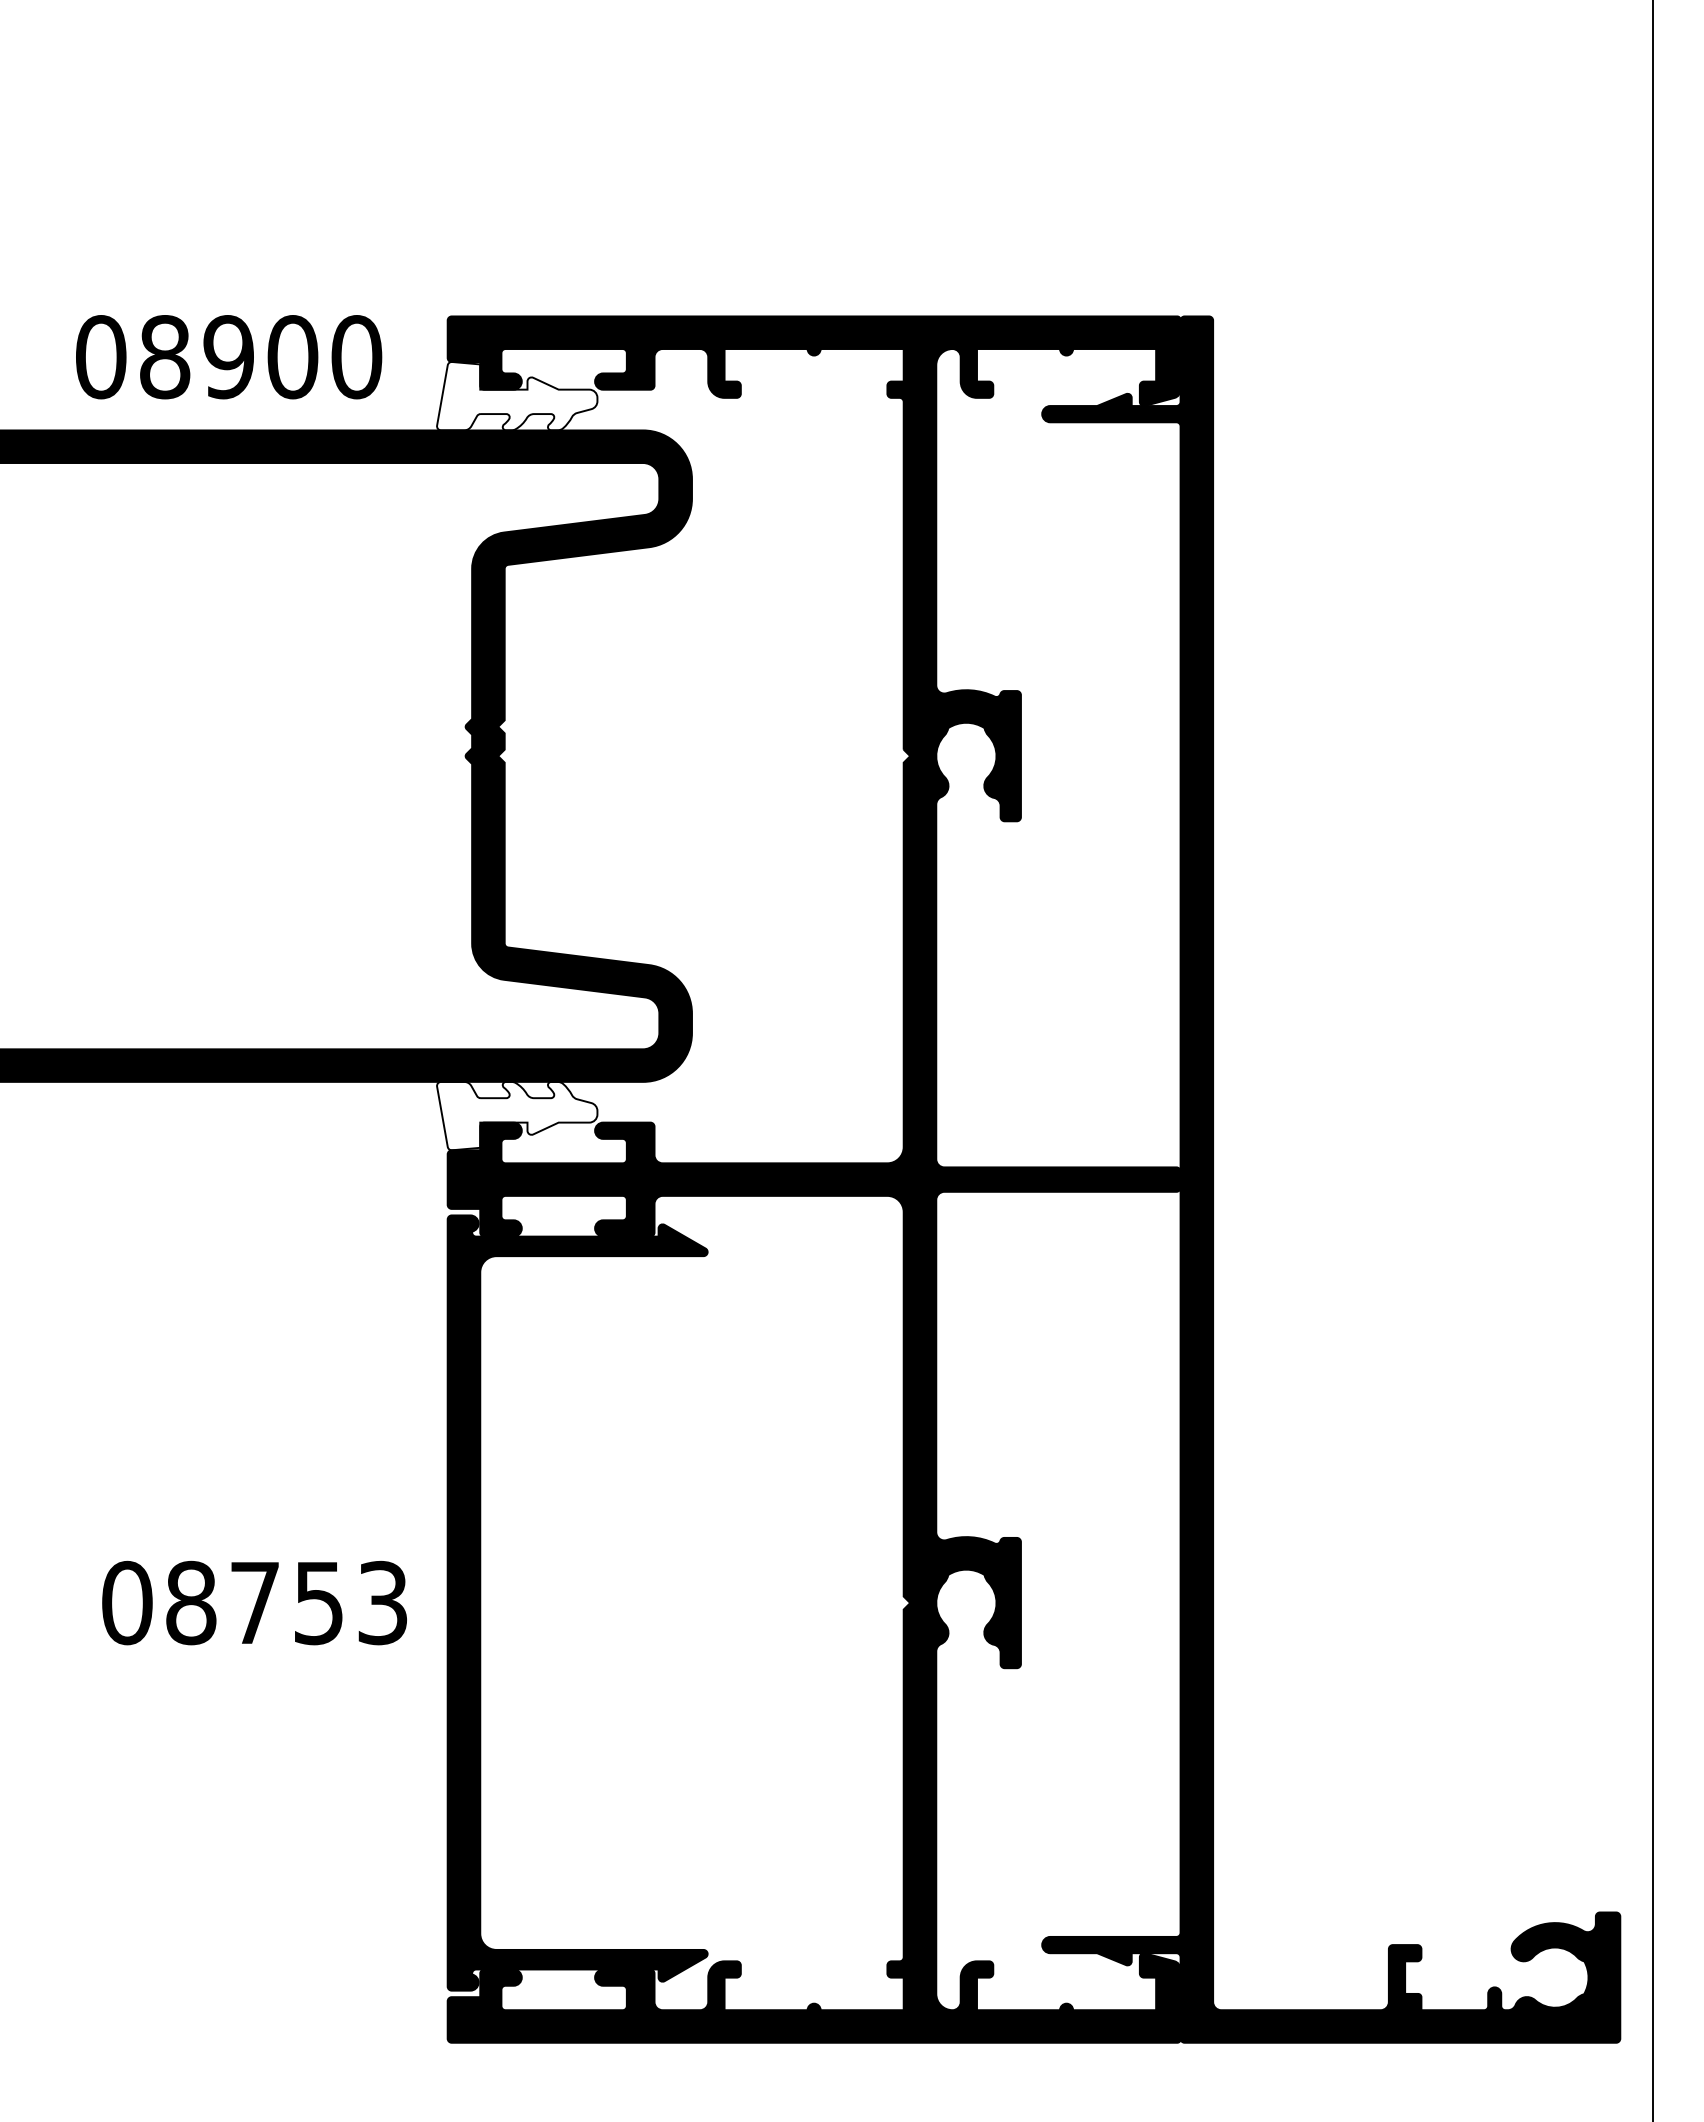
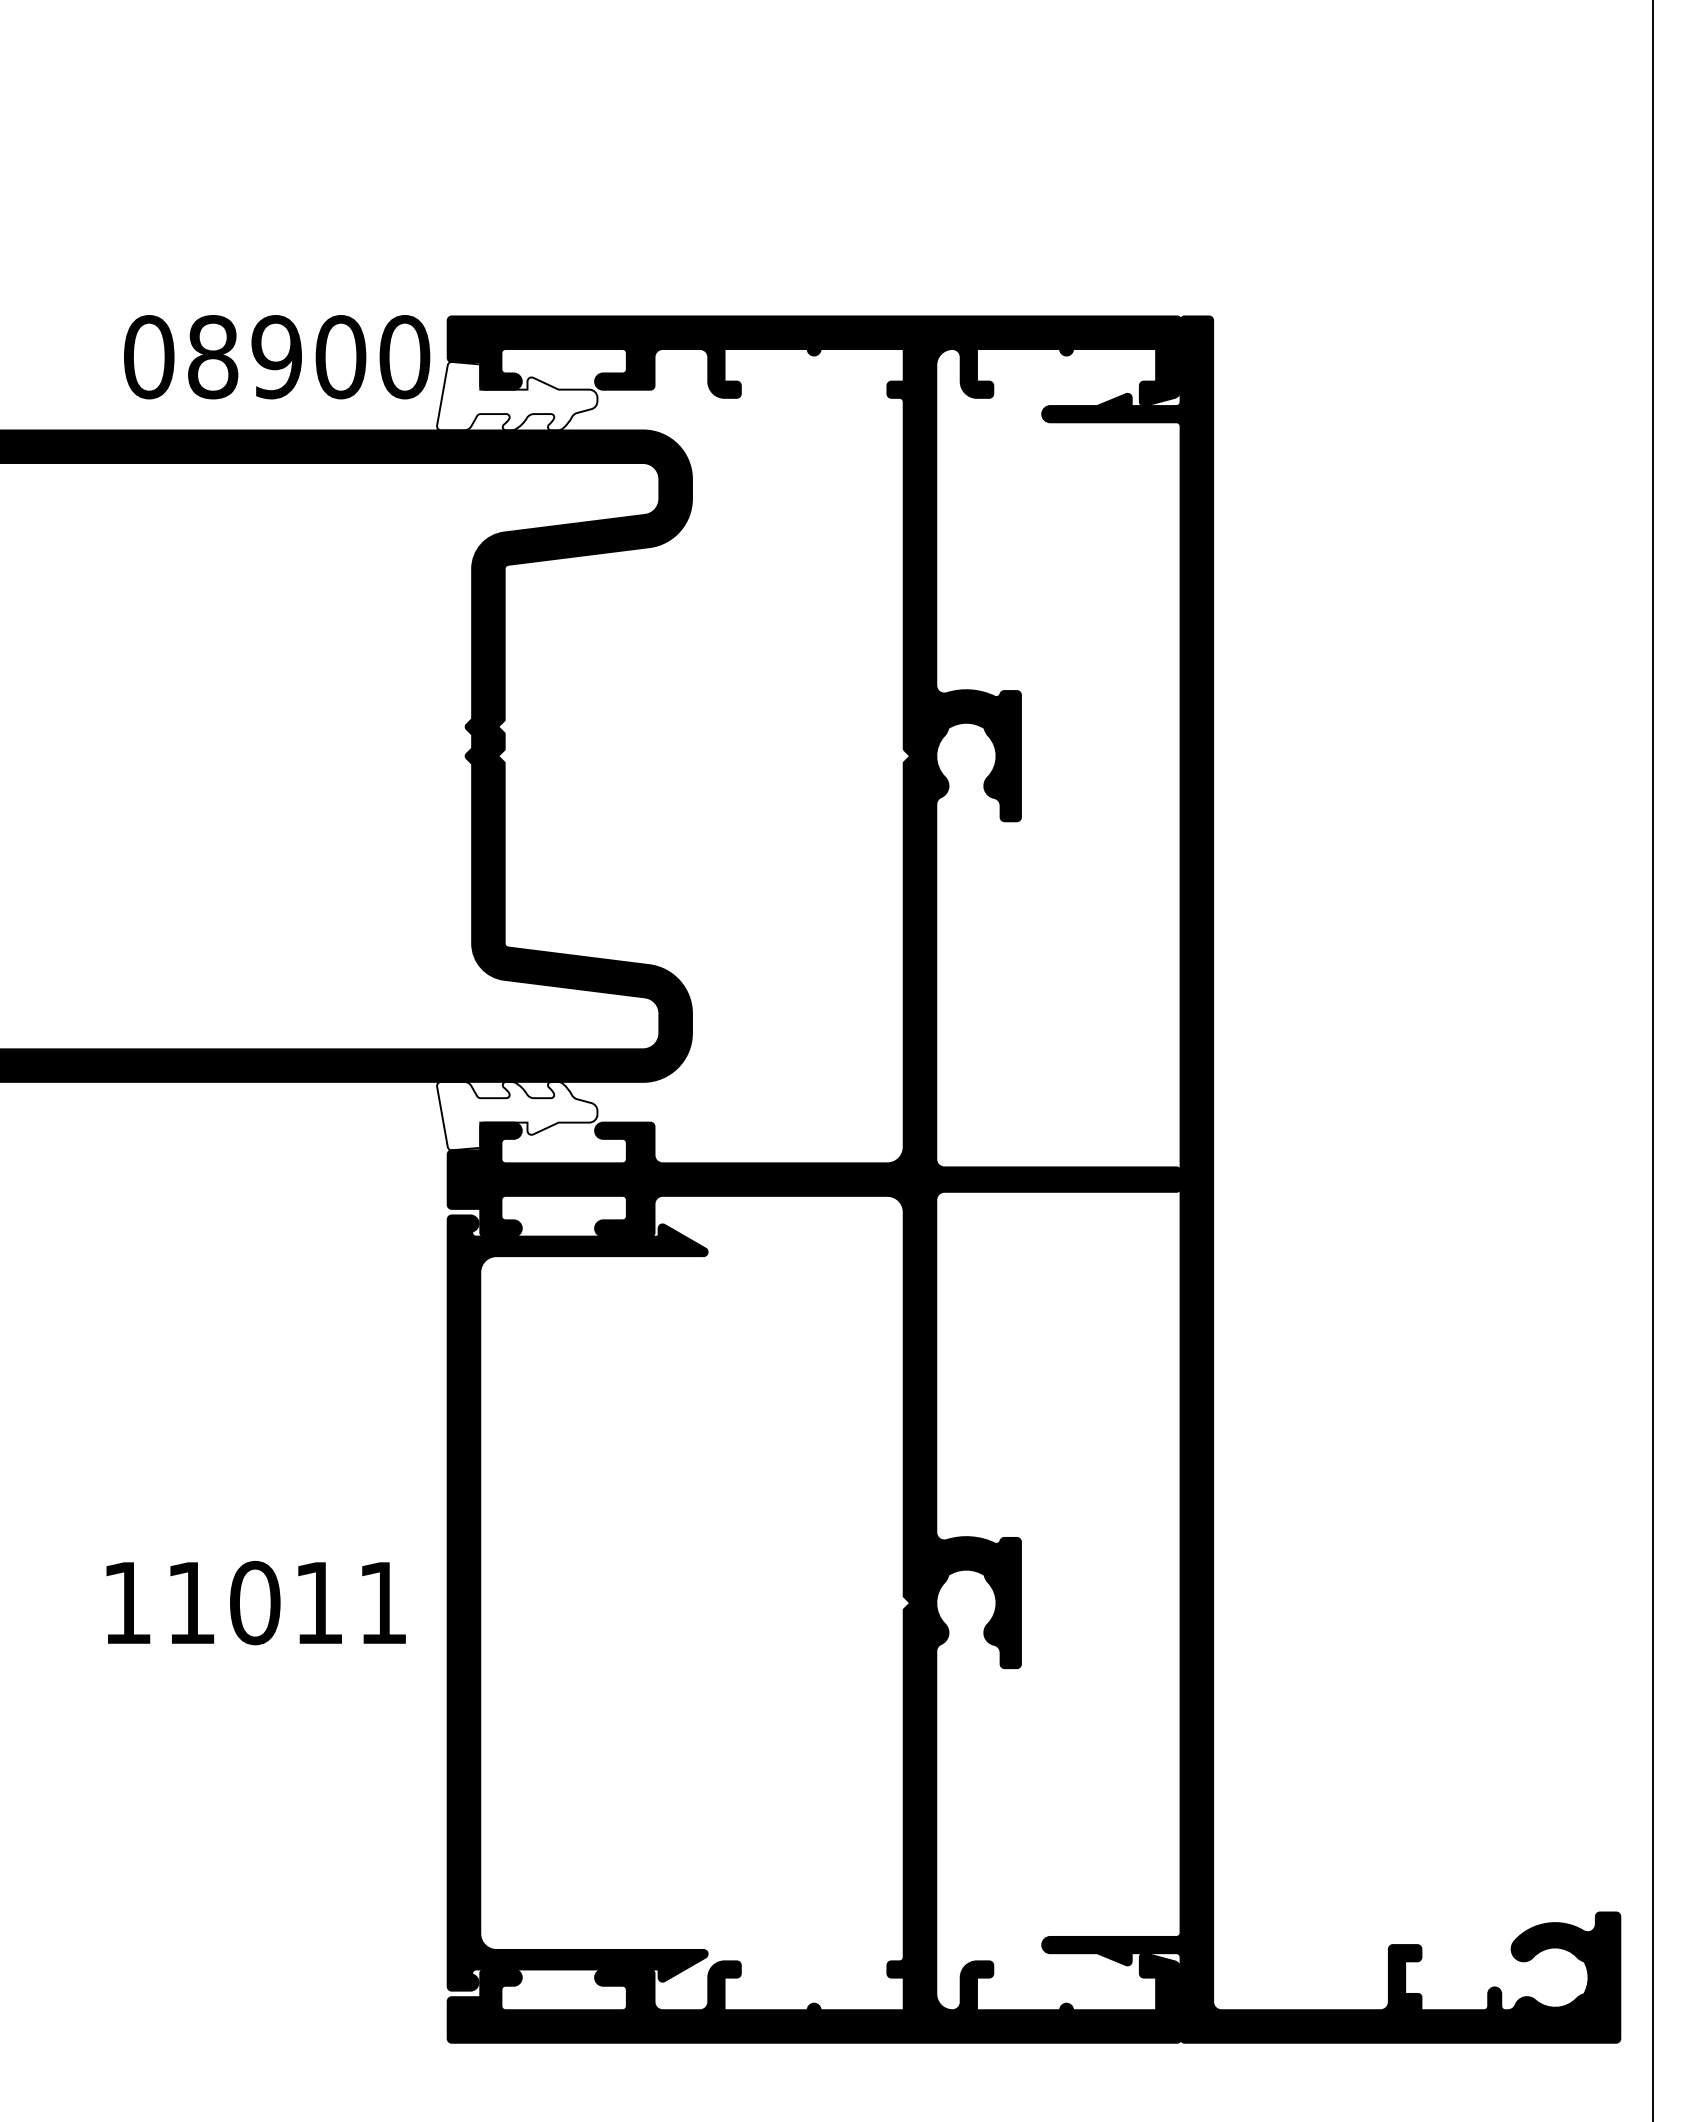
text at (229, 357) position: (229, 357) -> (277, 357)
text at (254, 1602): 08753 -> 11011
